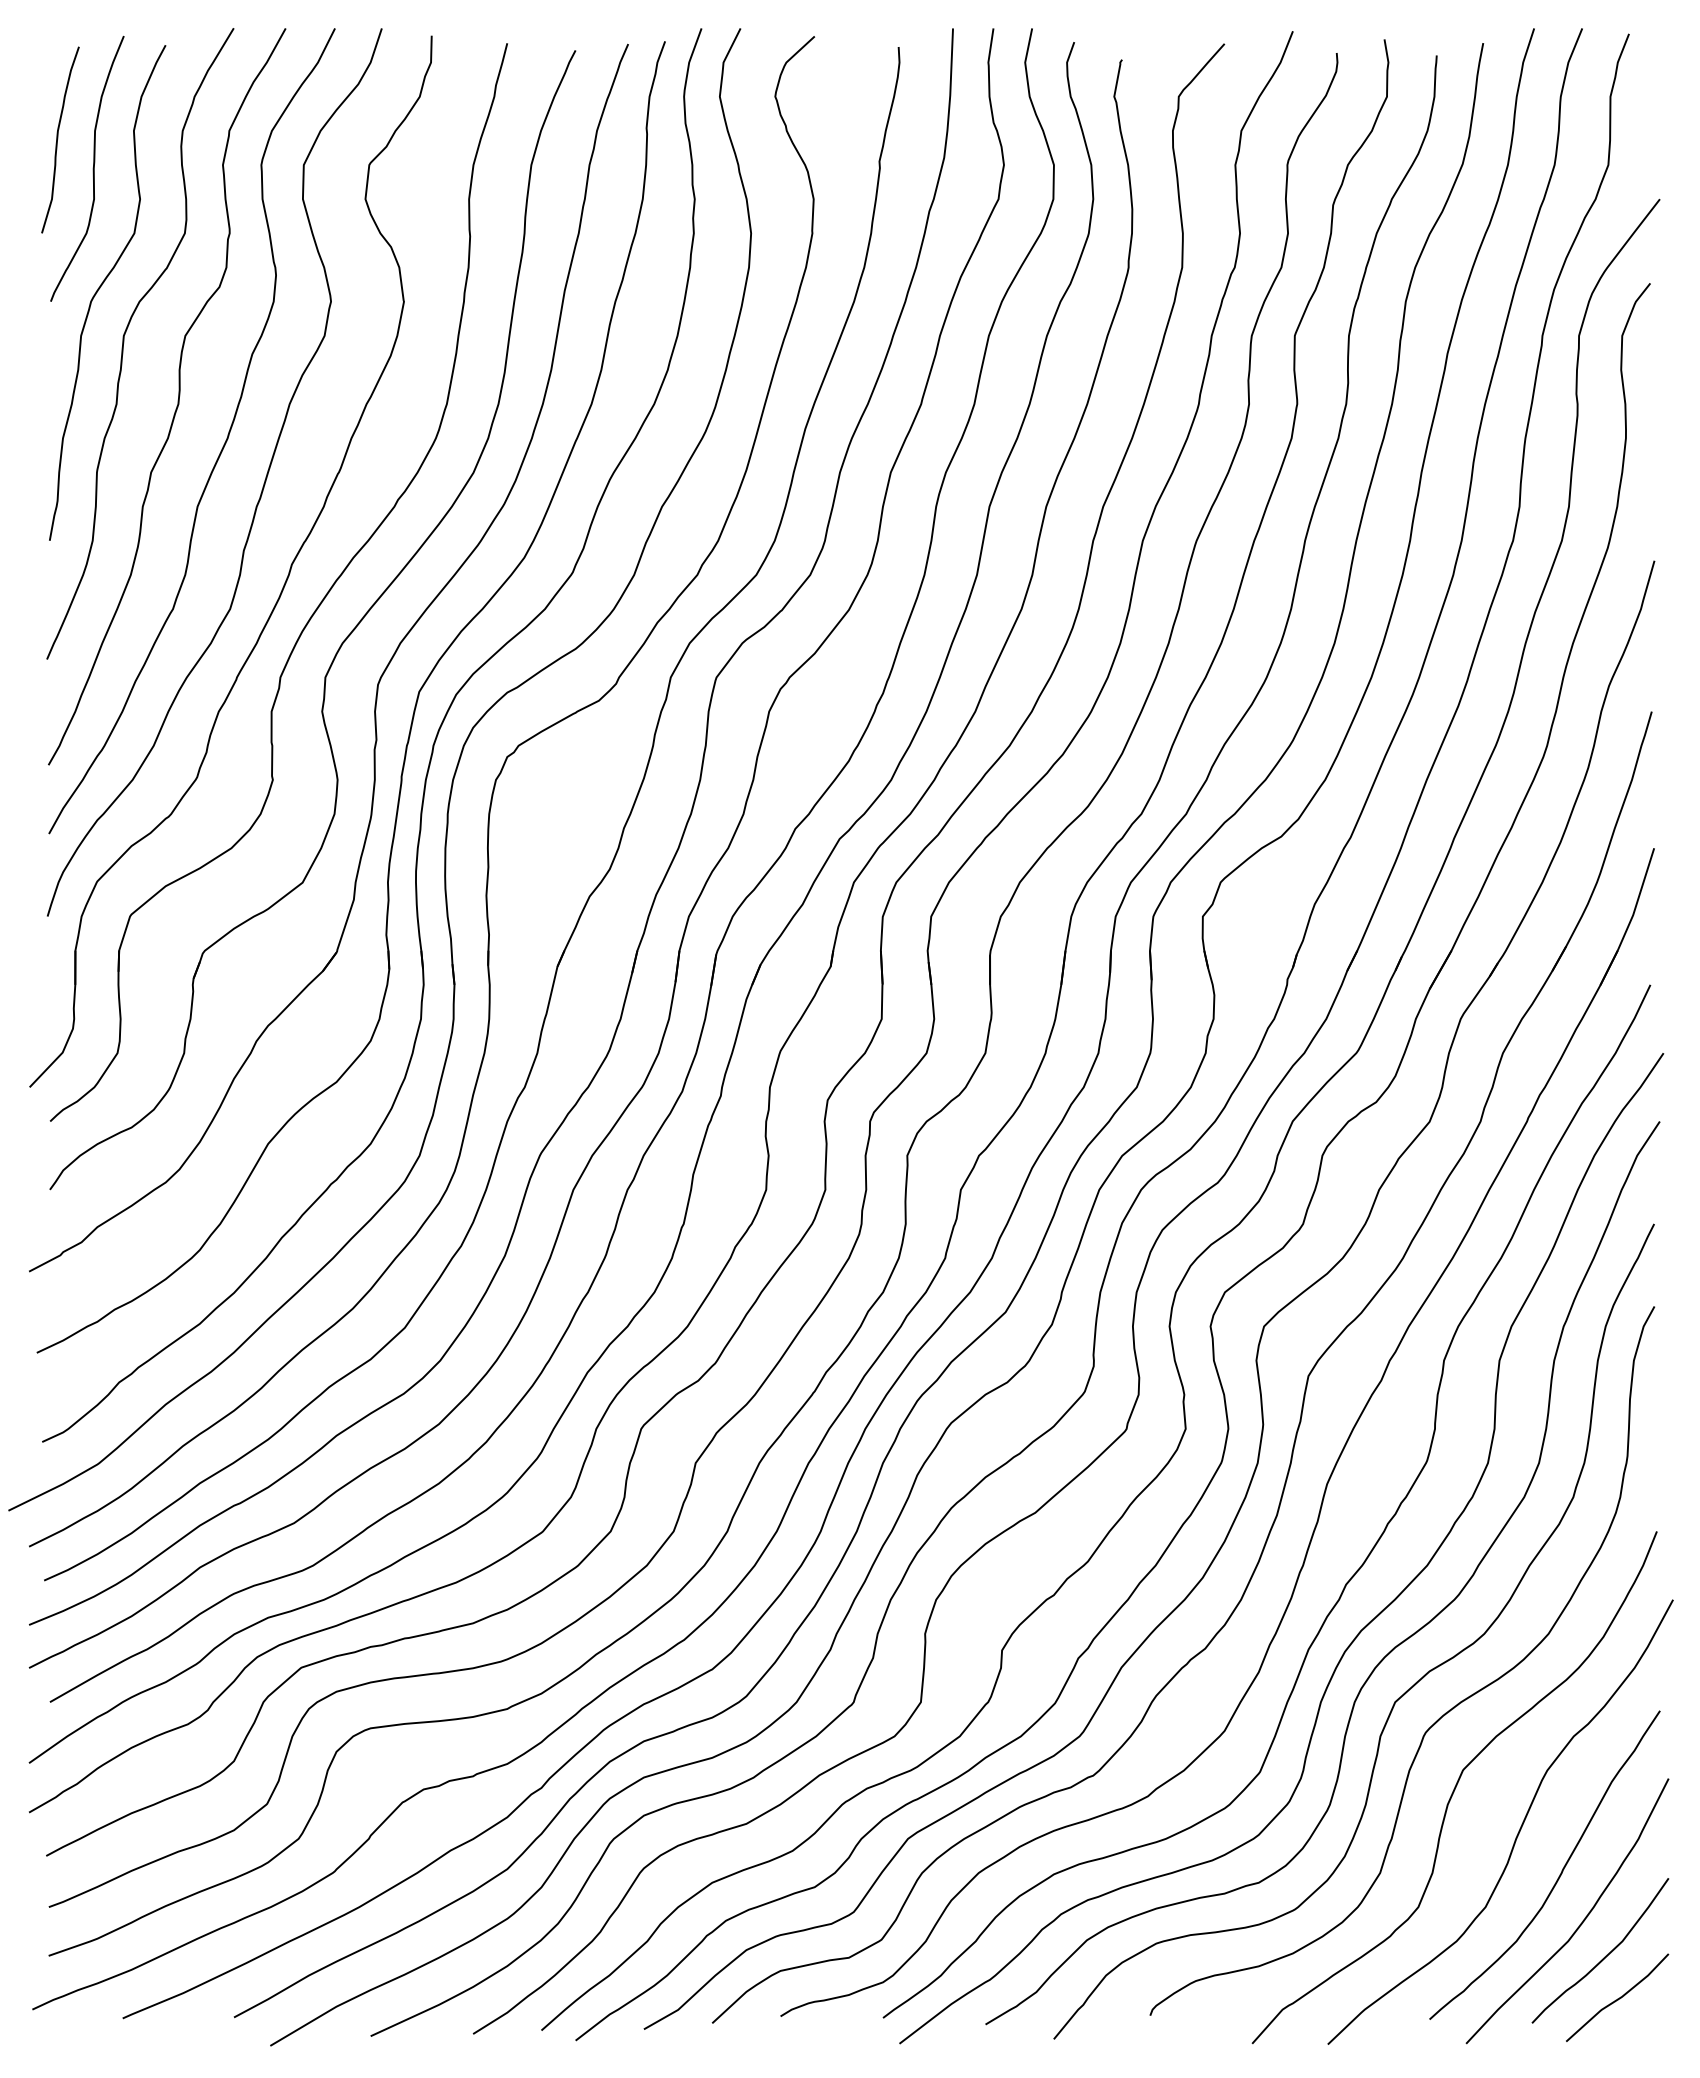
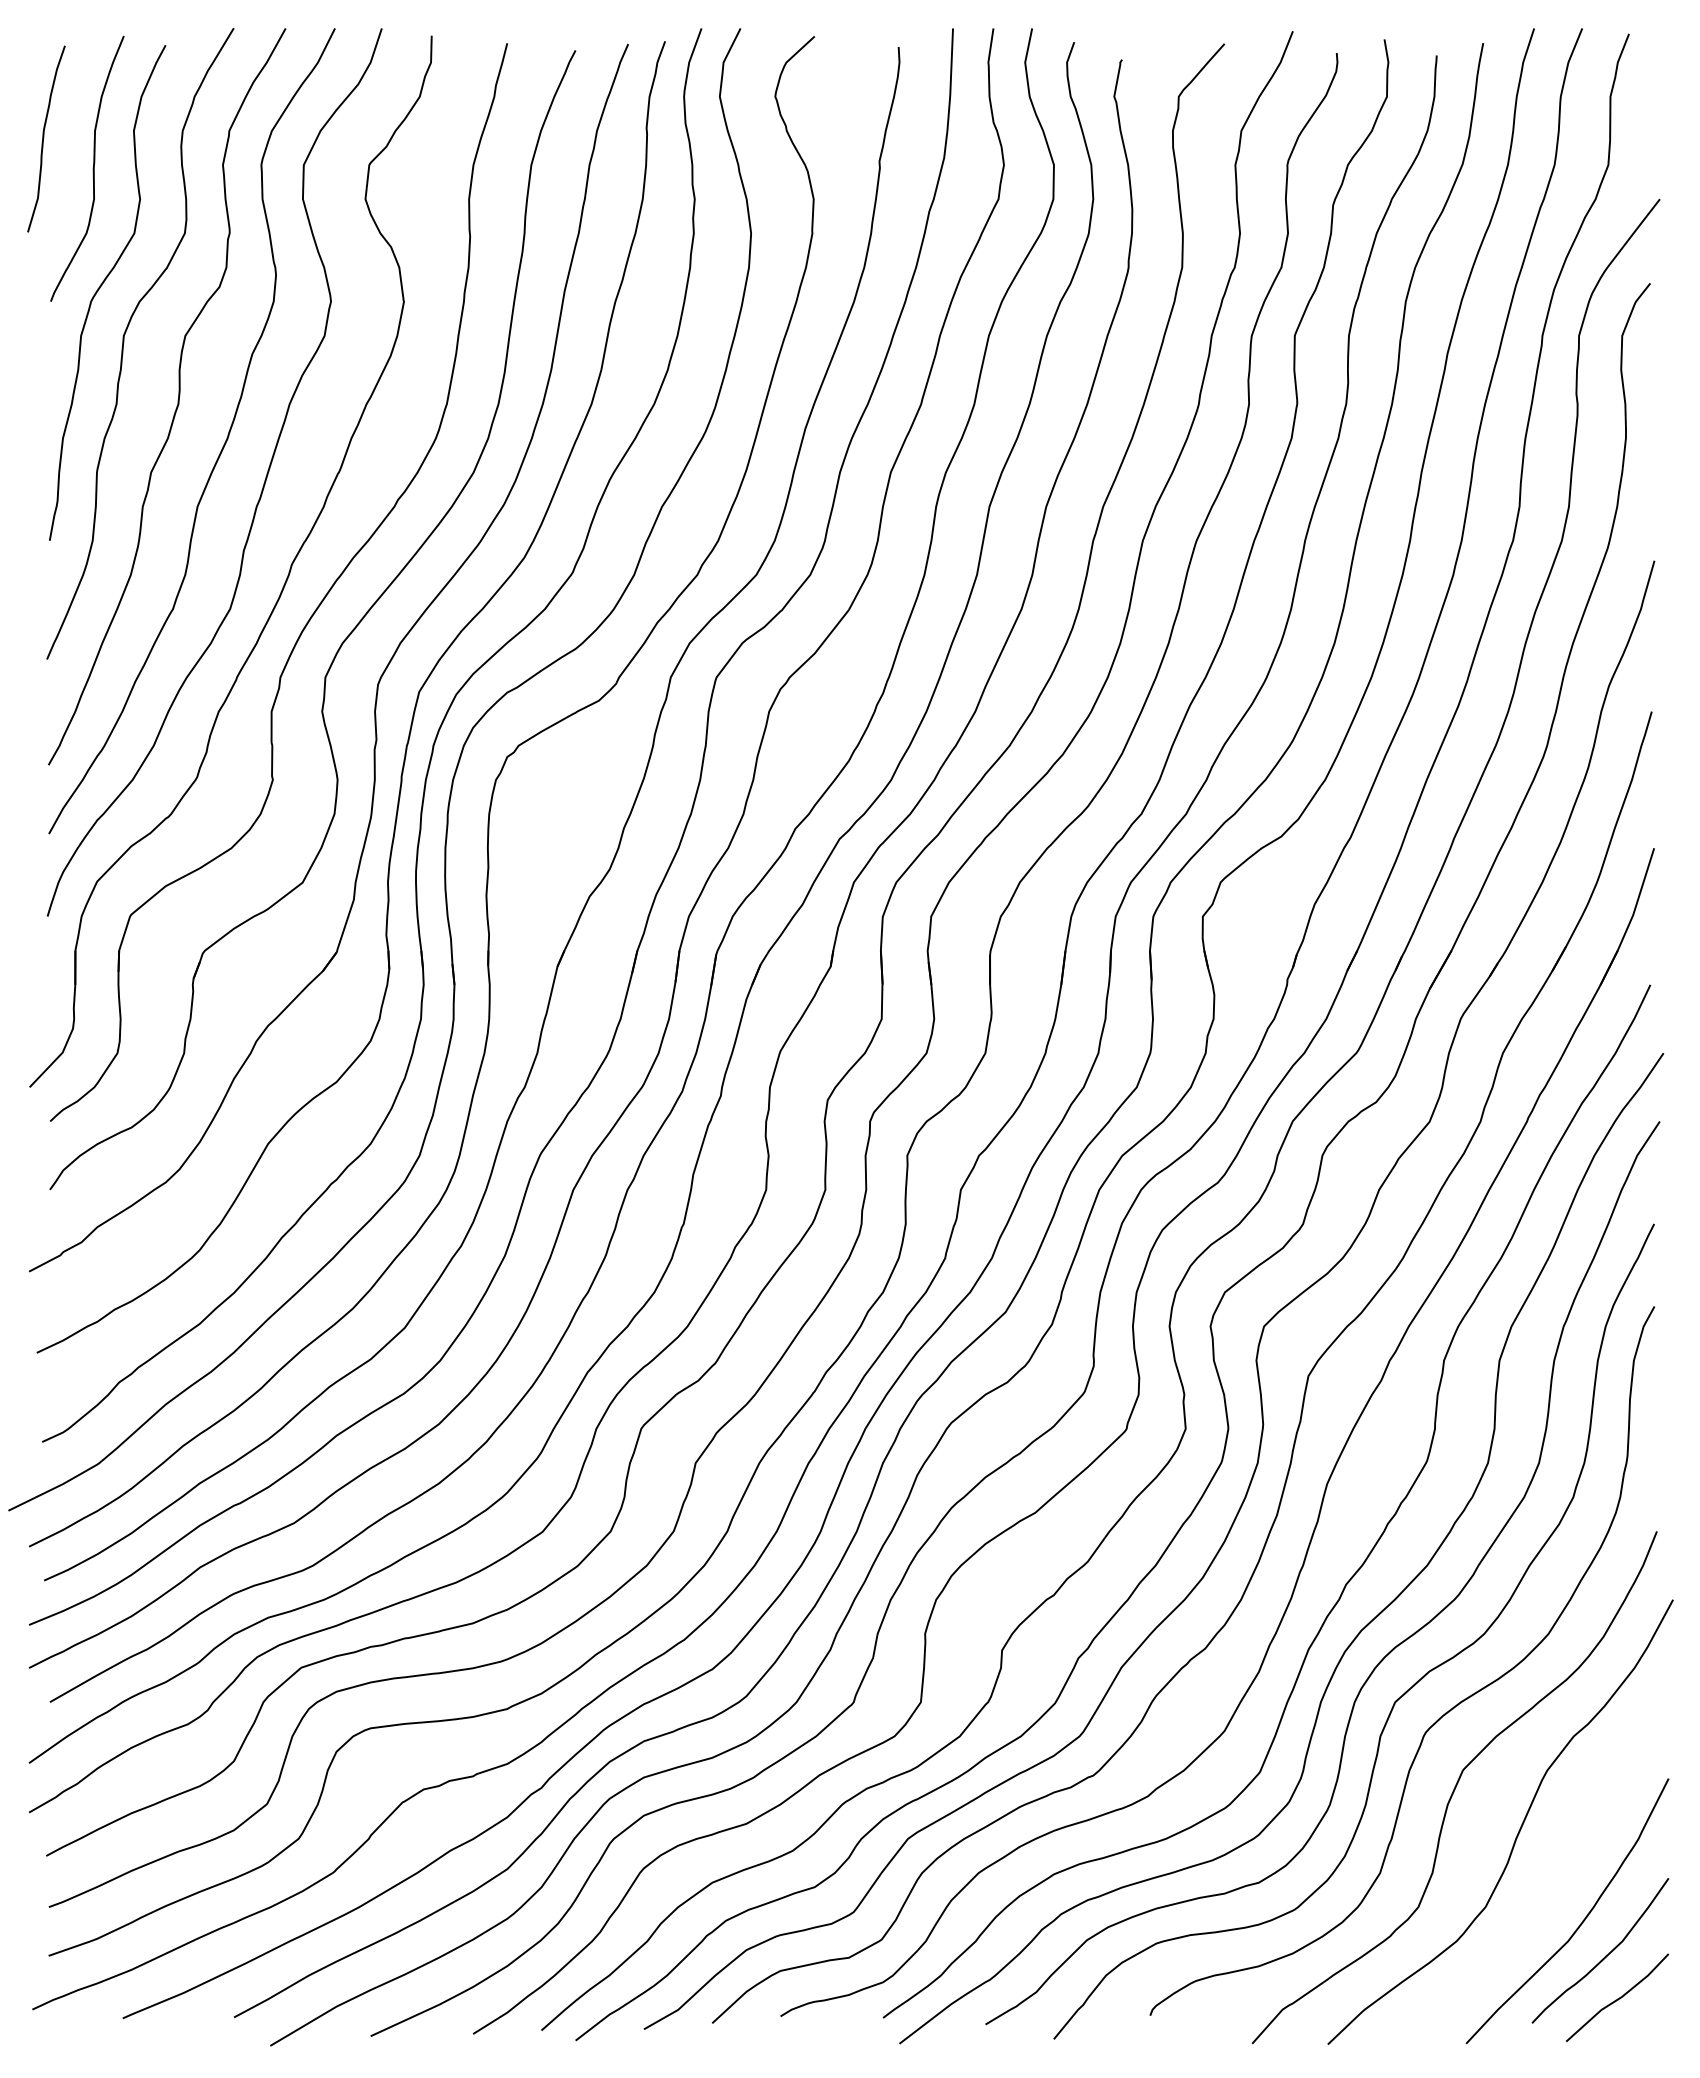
curve at (58, 138) position: (58, 138) -> (44, 137)
curve at (1560, 1872): present -> none
